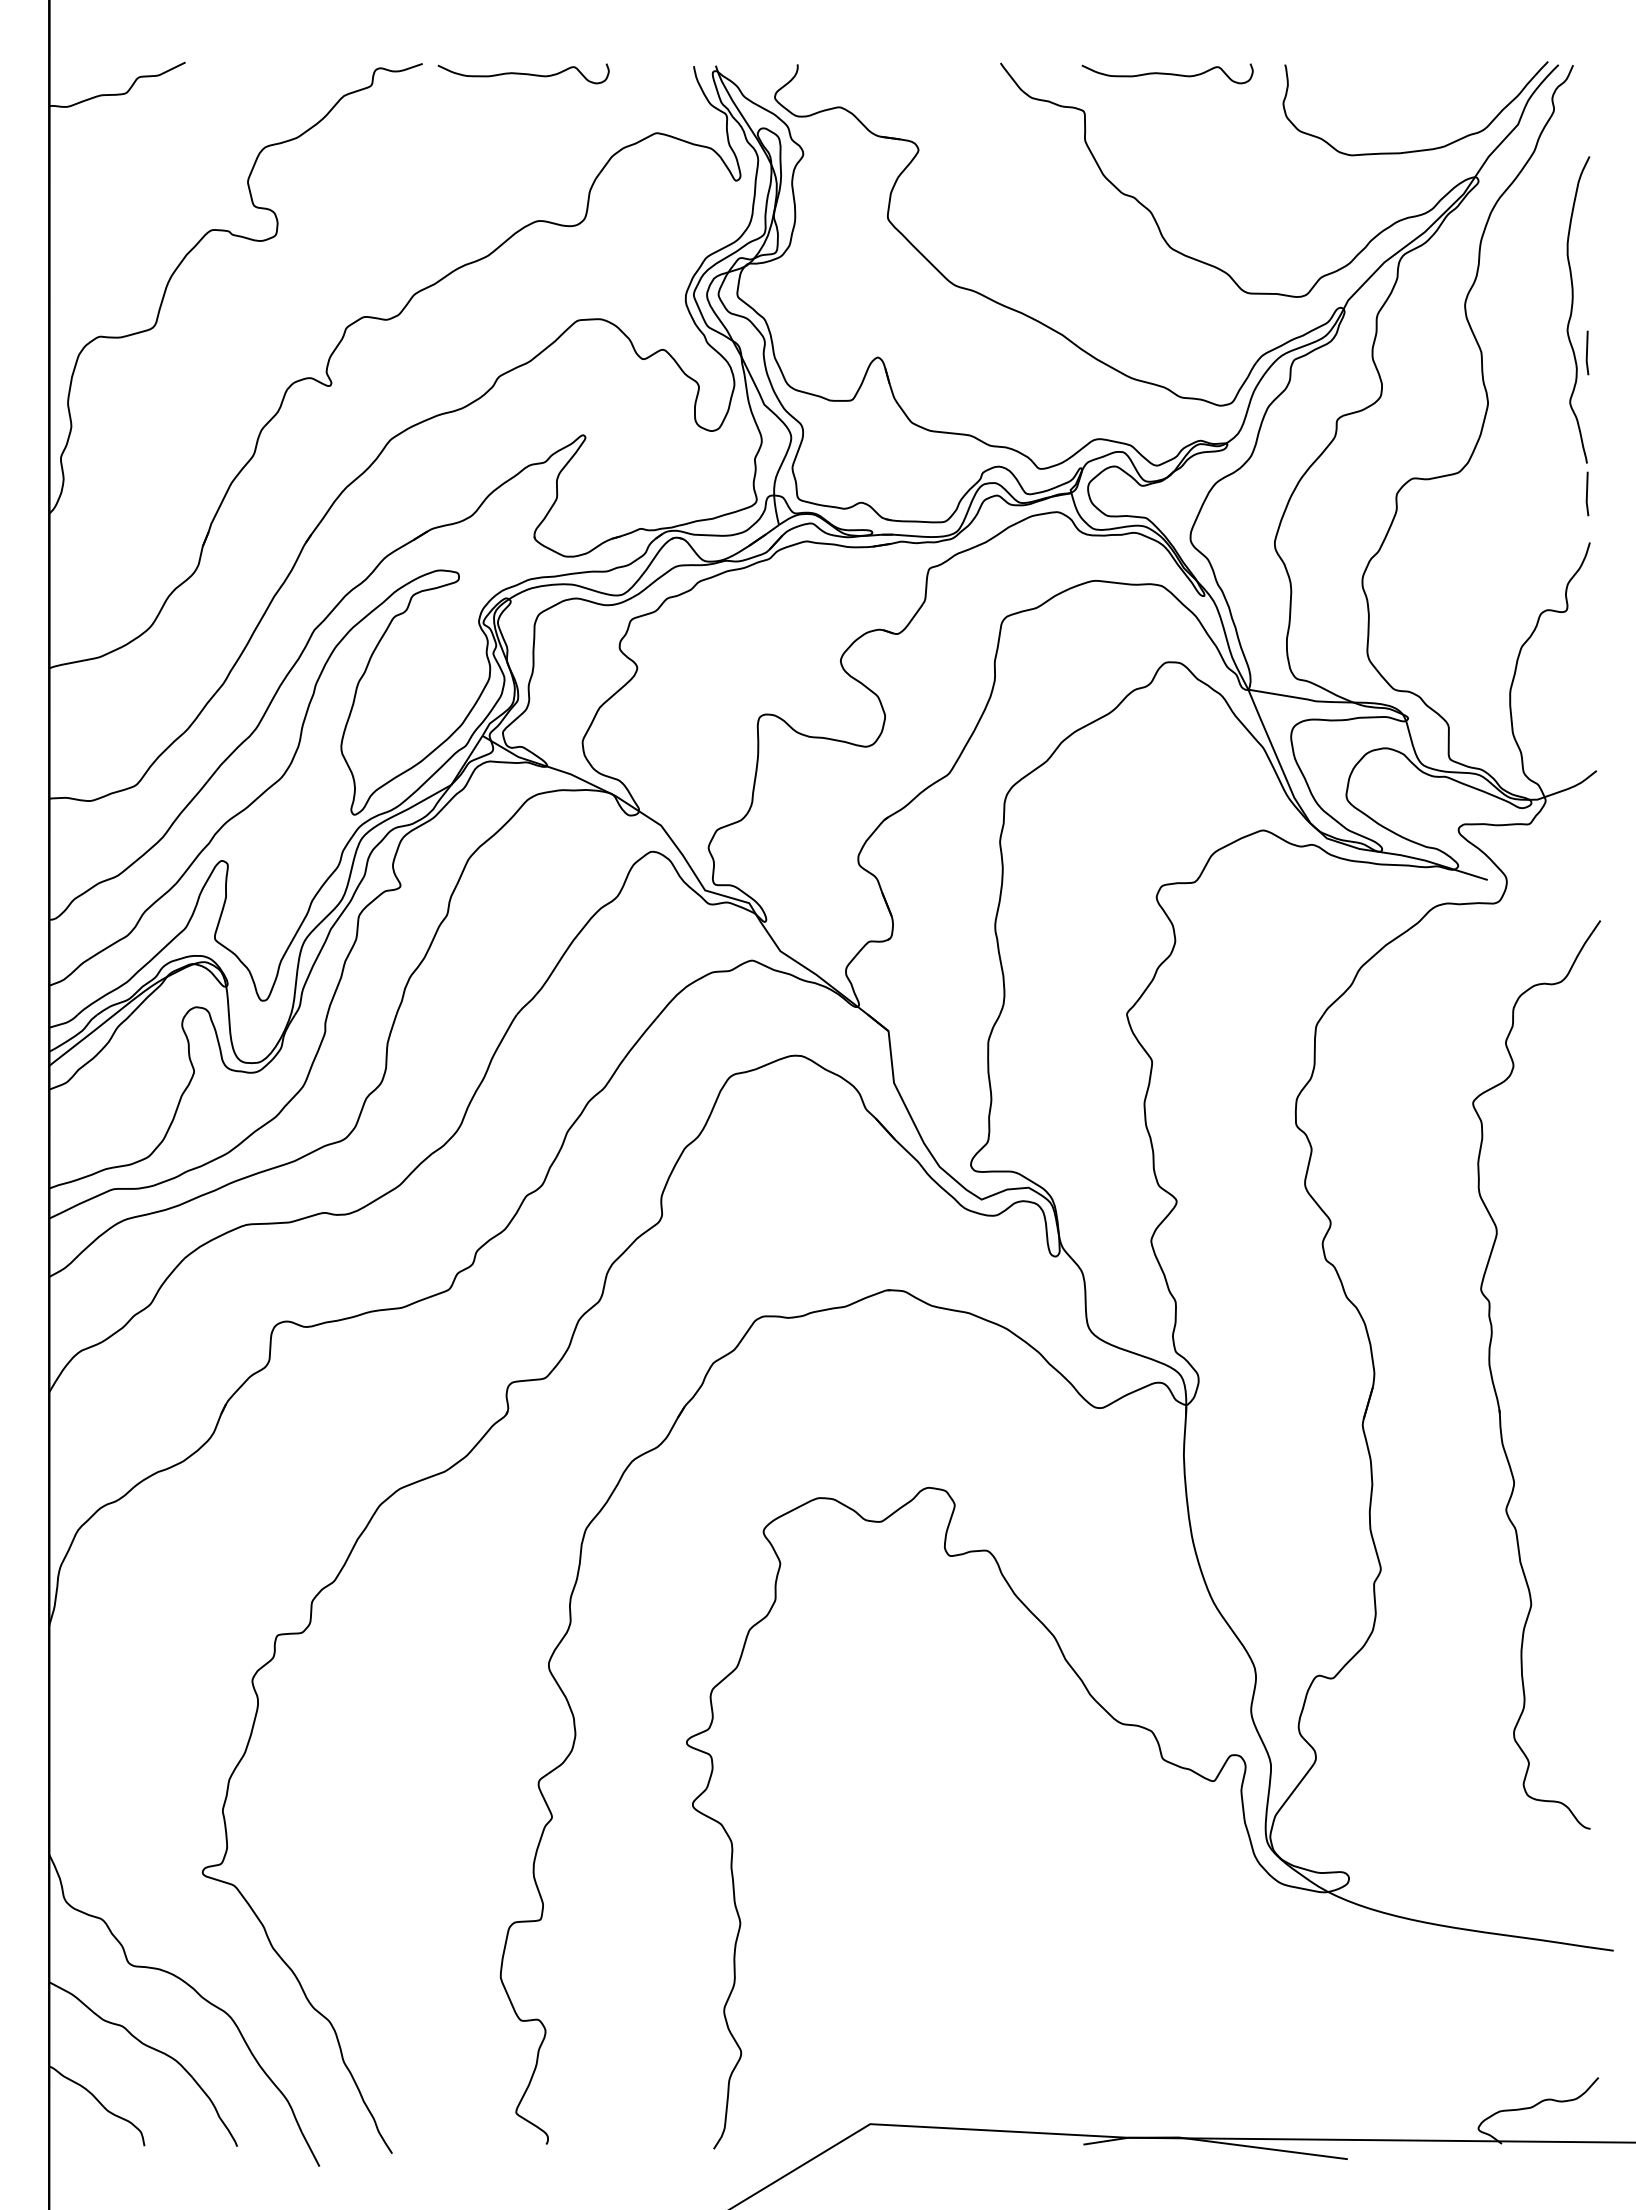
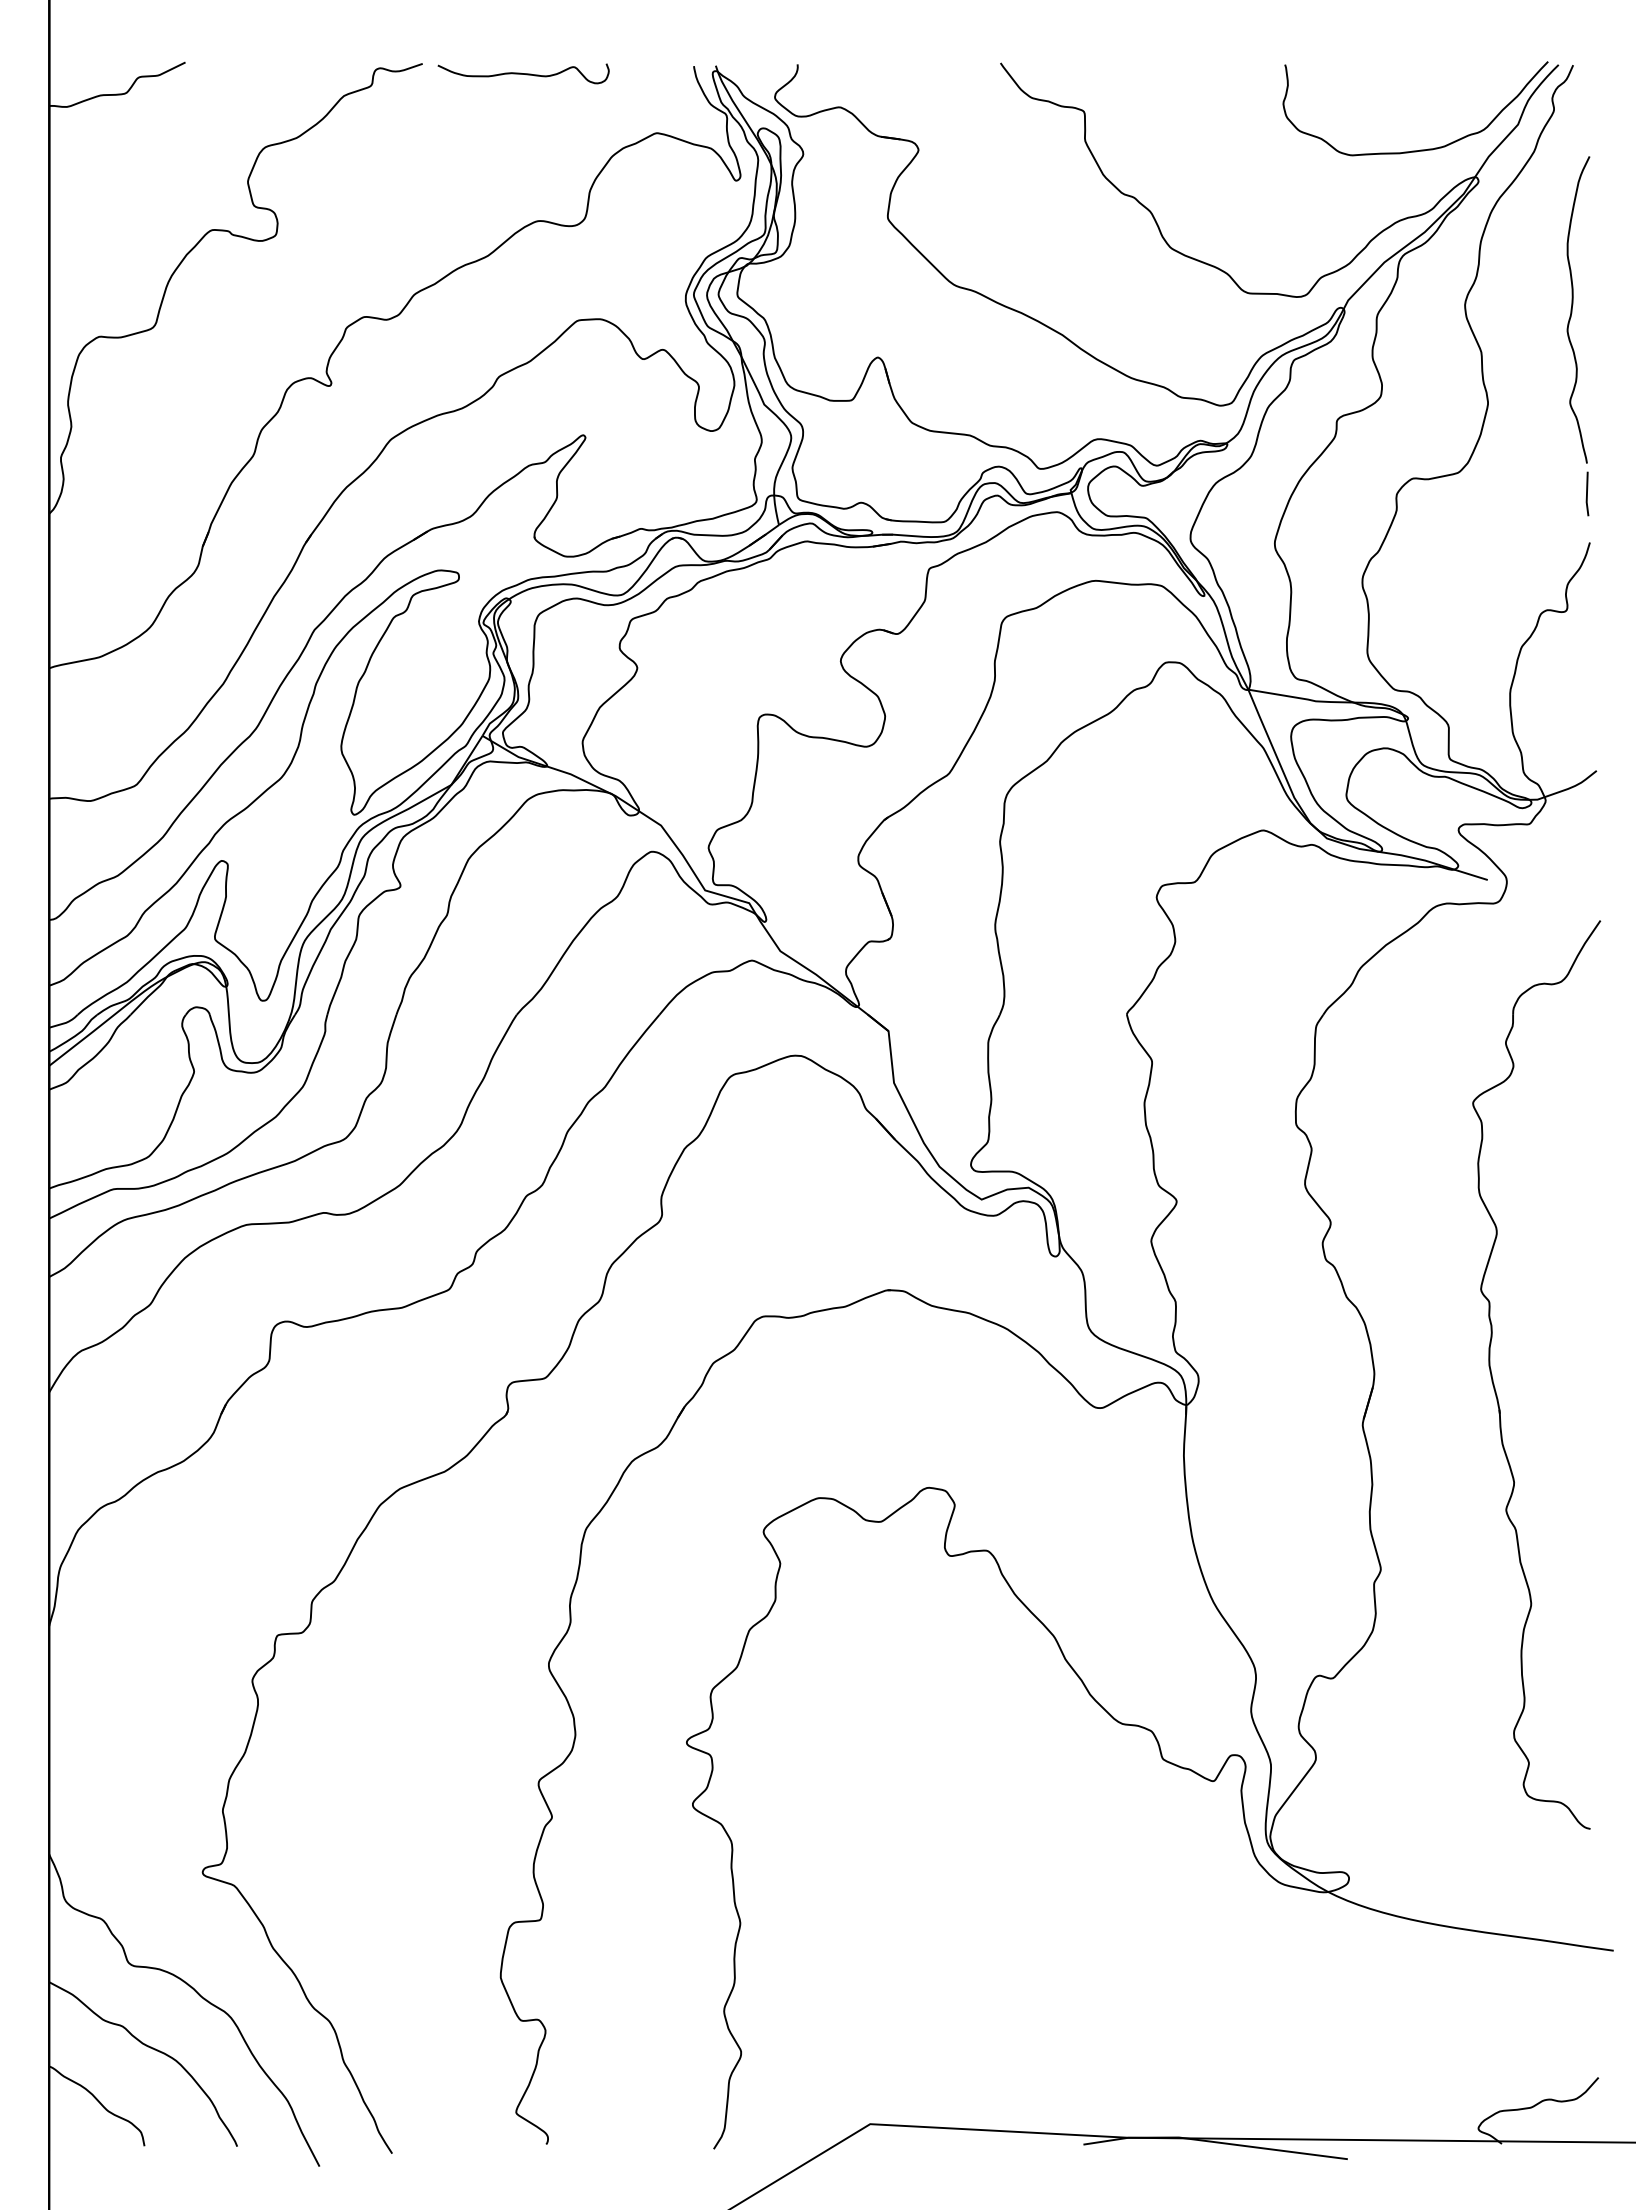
curve at (1167, 73): present -> none
line at (1587, 352): present -> none
